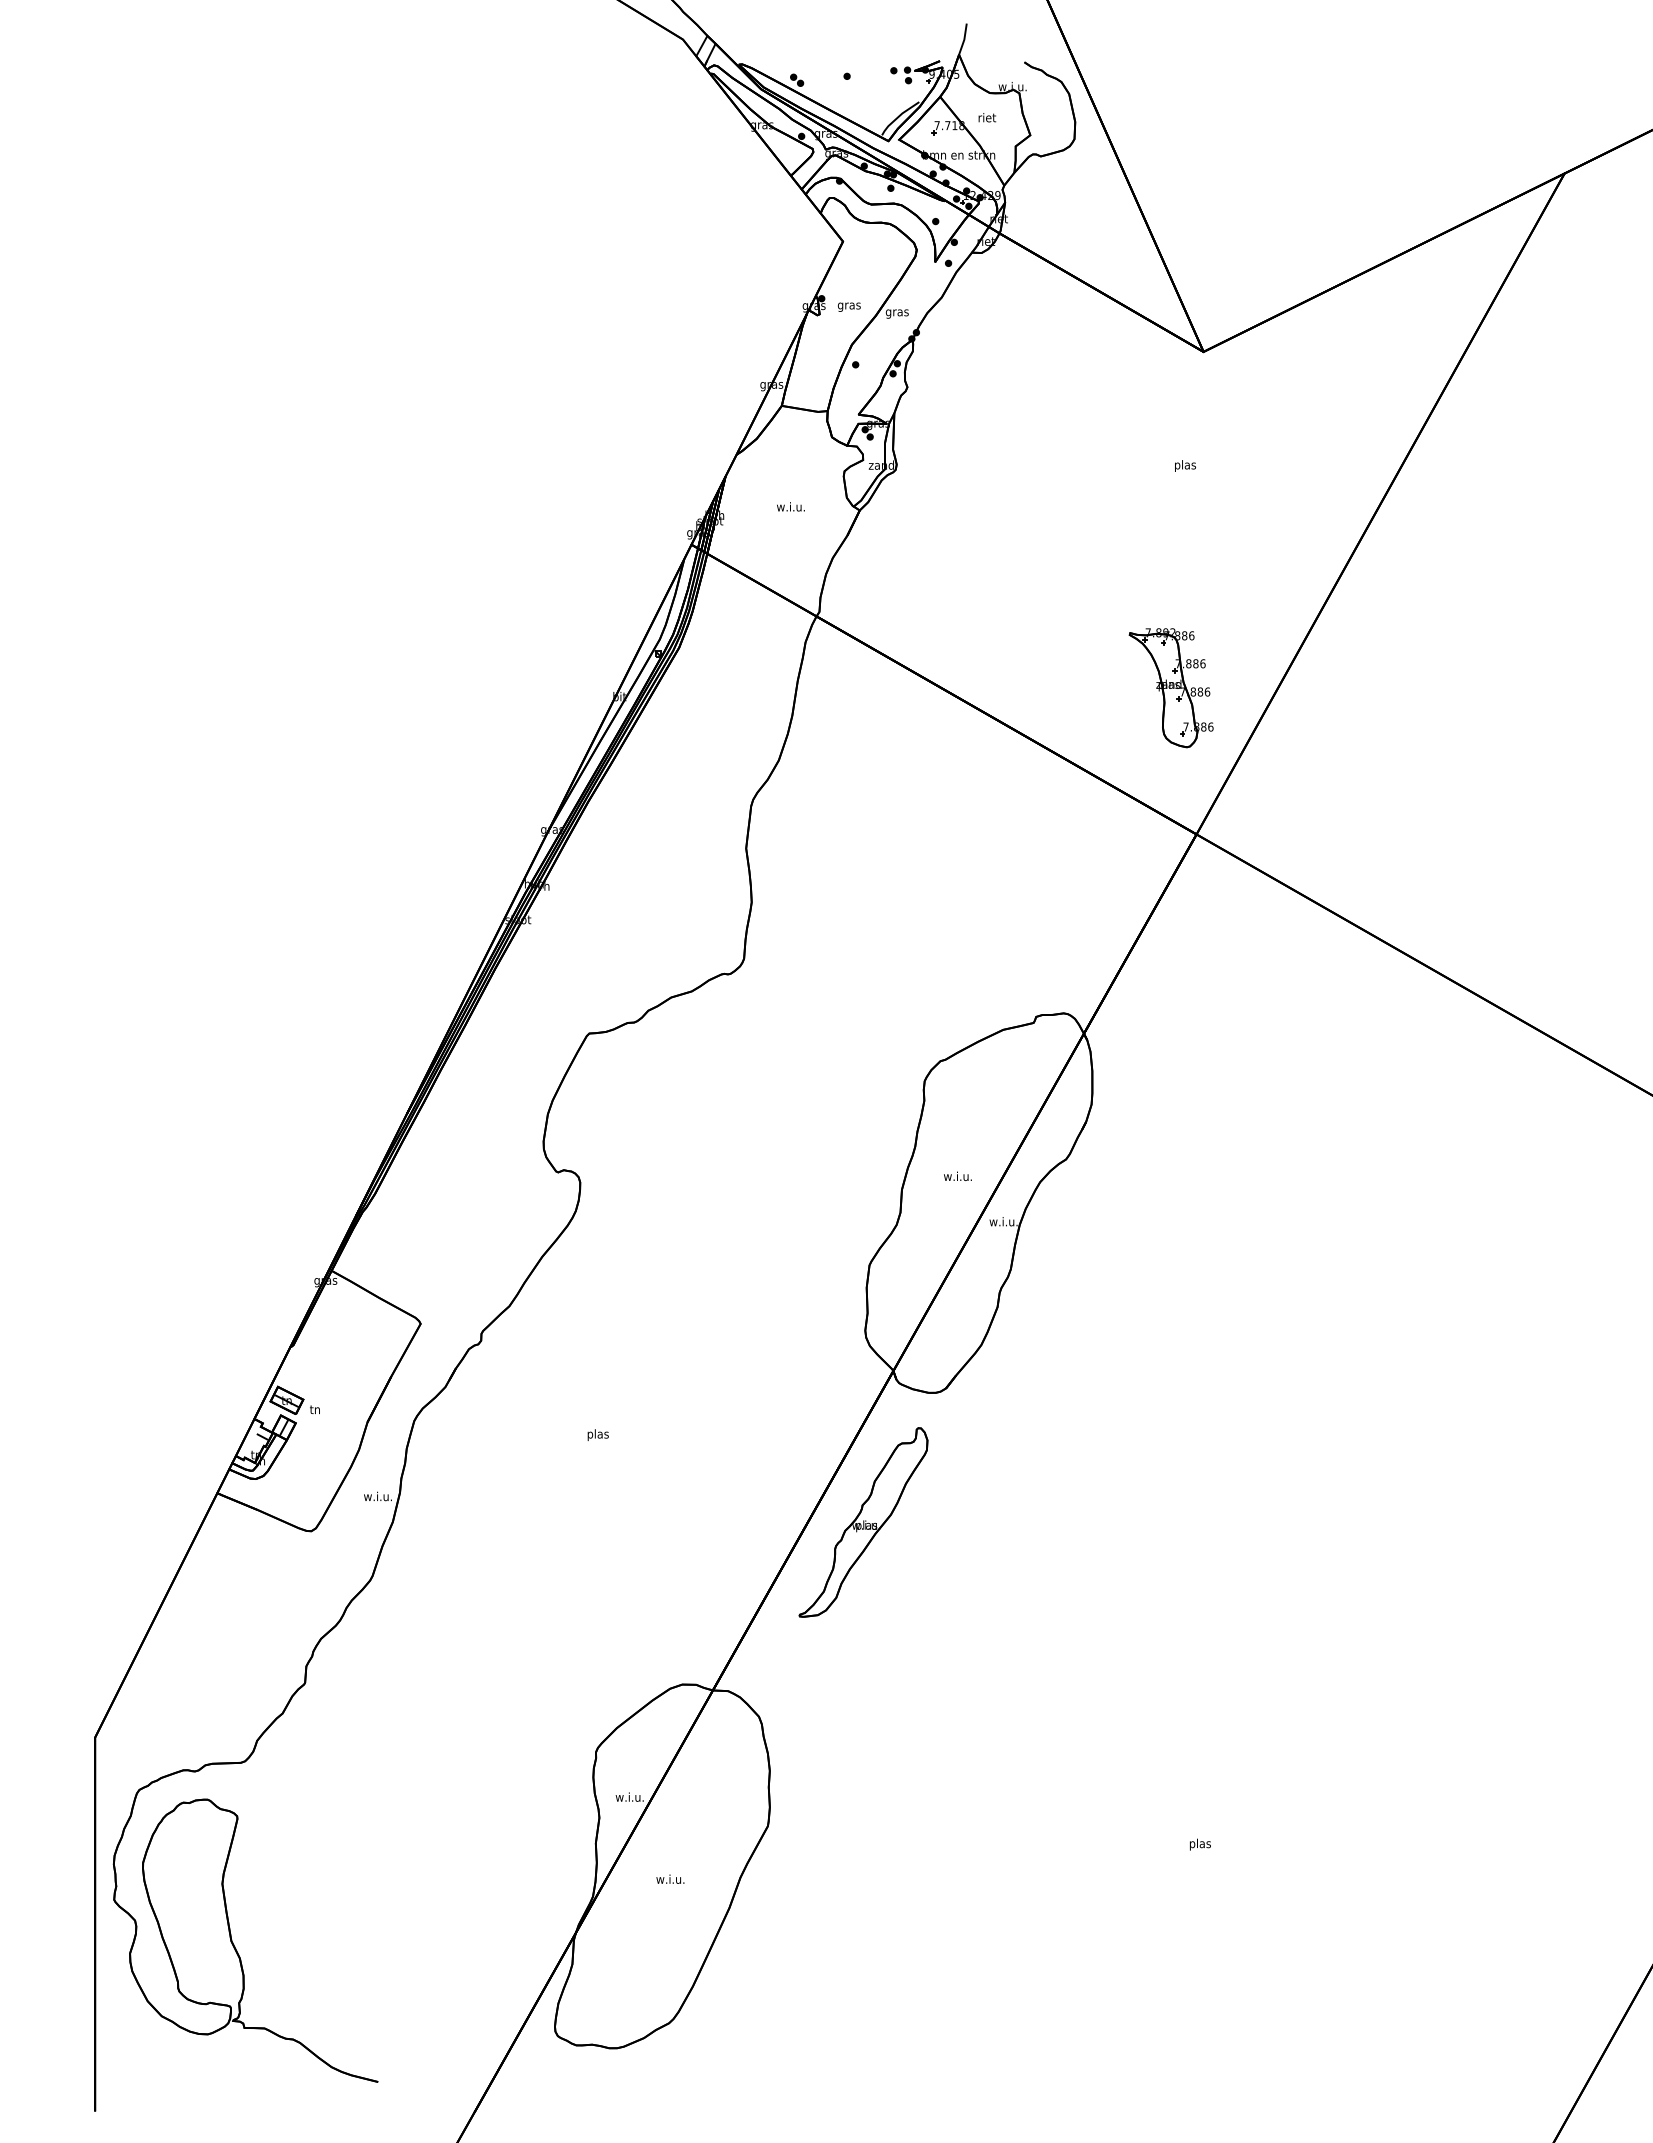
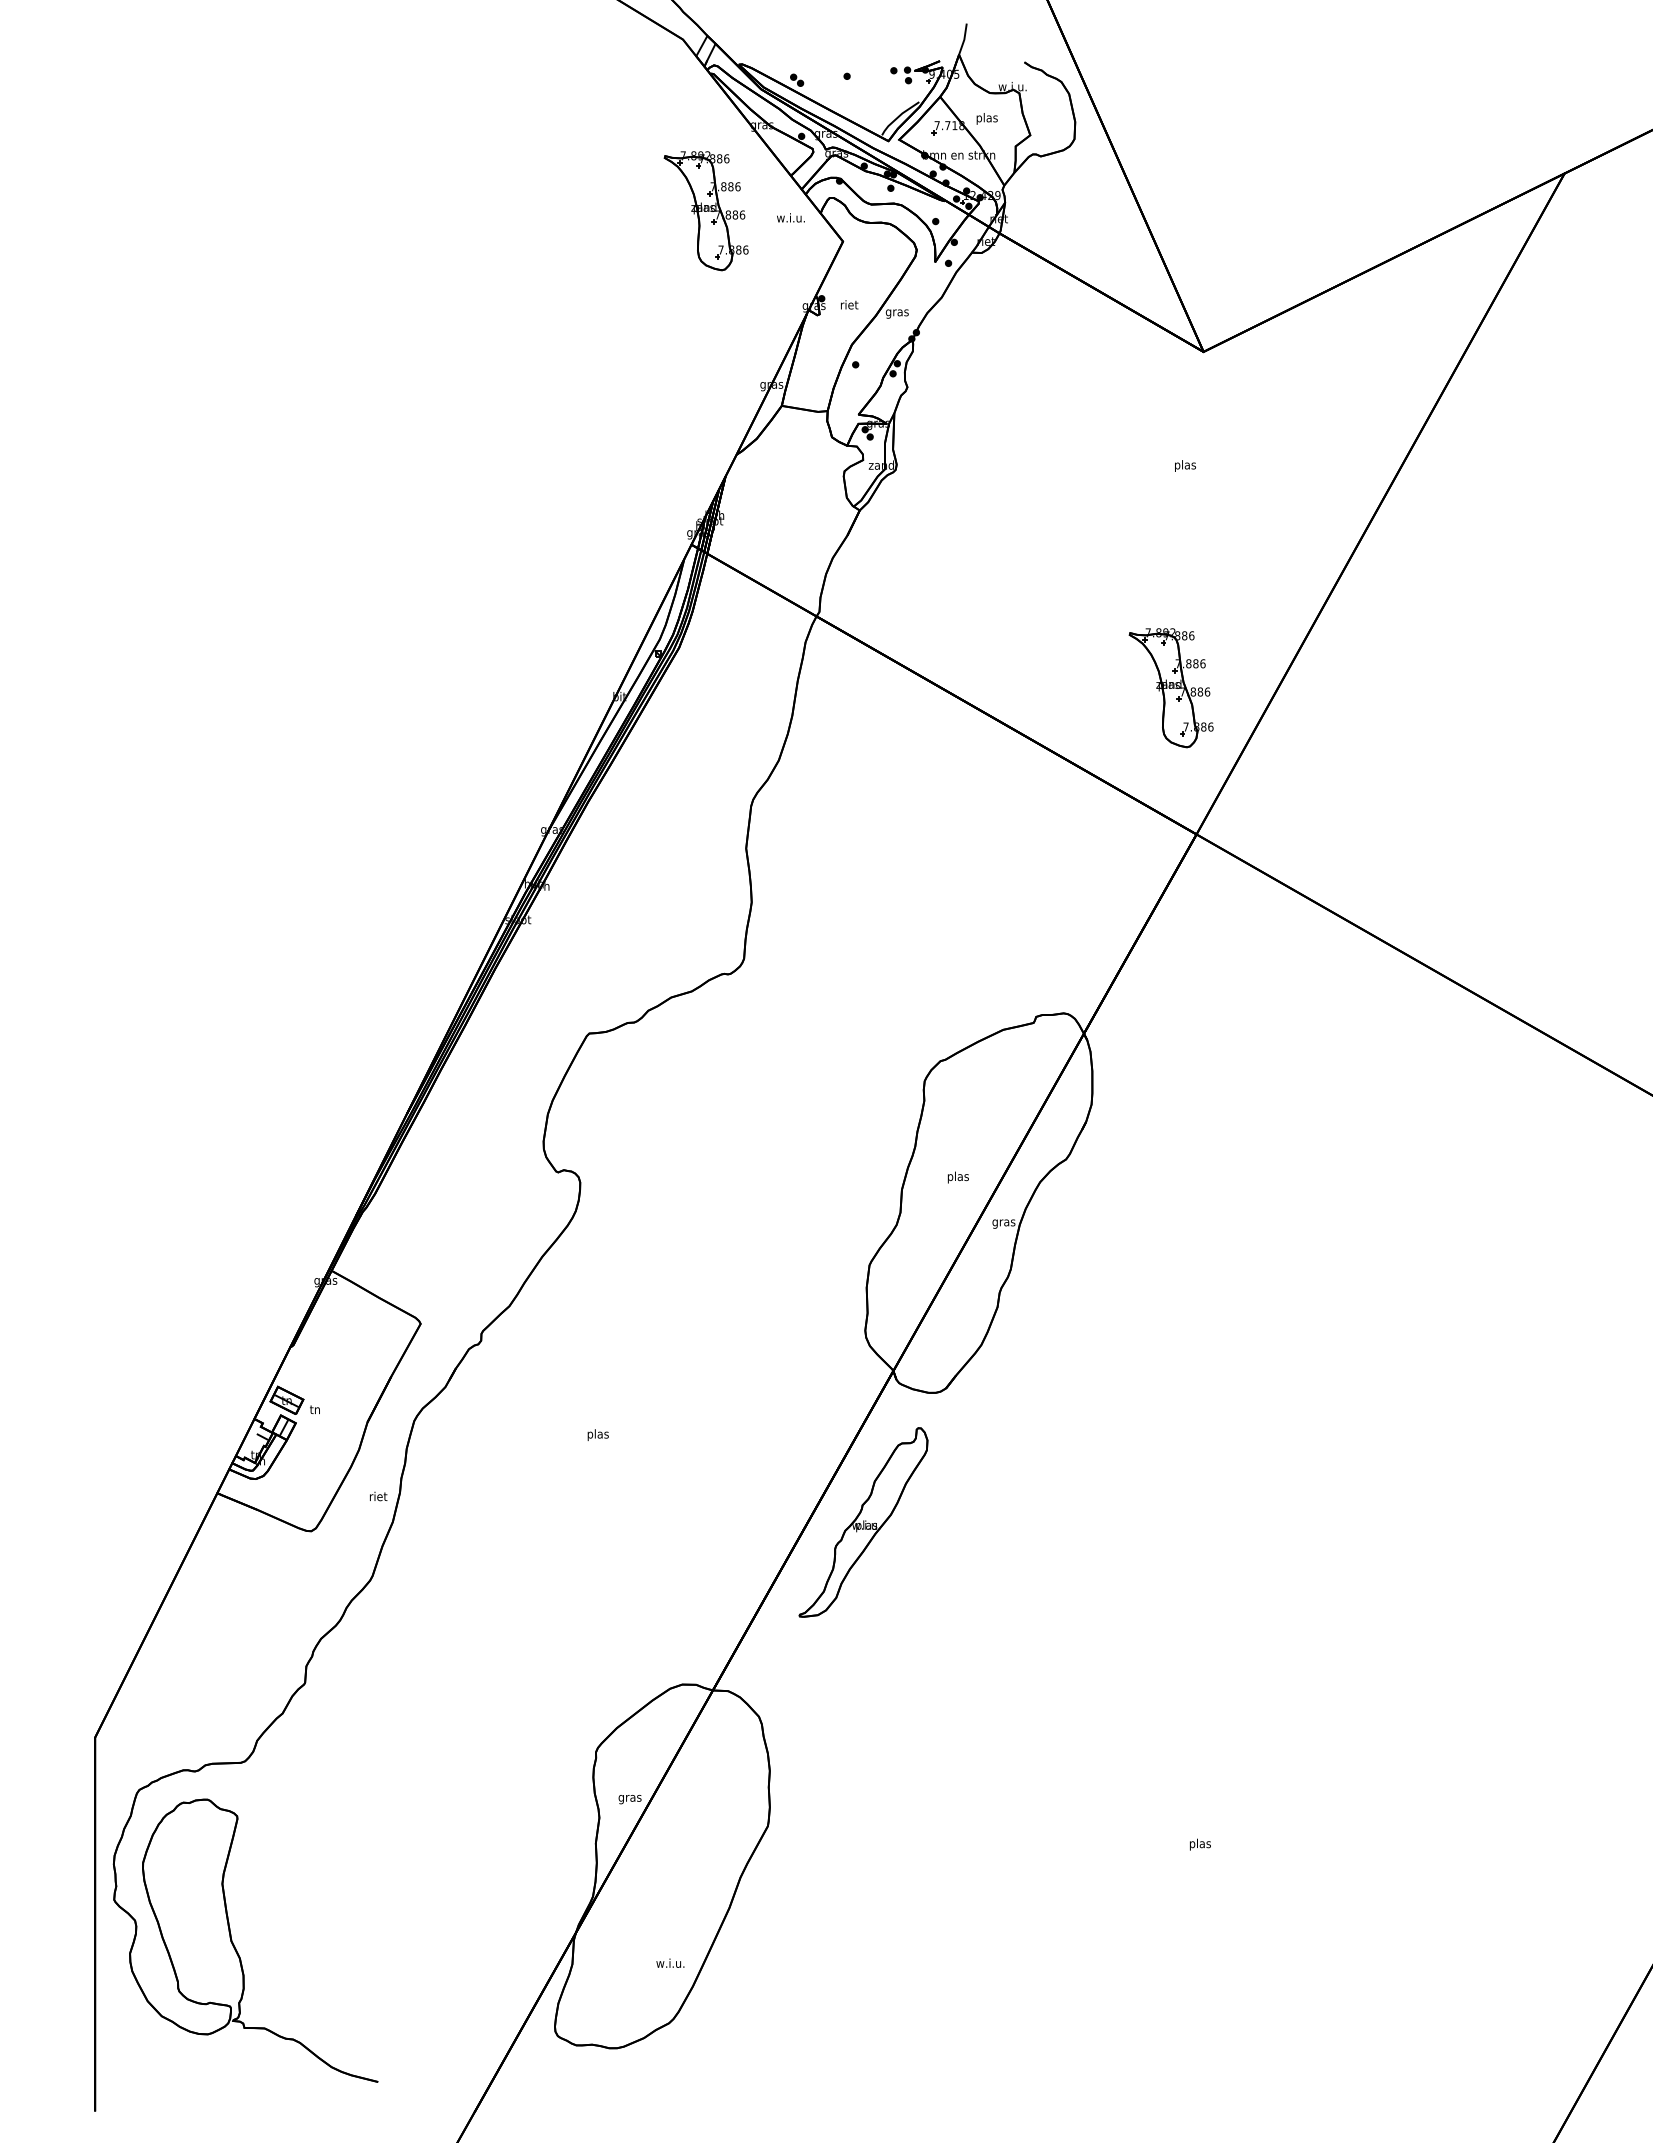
text at (986, 118): riet -> plas
part at (705, 211): none -> present
text at (848, 305): gras -> riet
text at (790, 506) position: (790, 506) -> (790, 217)
text at (957, 1177): w.i.u. -> plas
text at (1003, 1222): w.i.u. -> gras
text at (377, 1496): w.i.u. -> riet
text at (629, 1798): w.i.u. -> gras
text at (670, 1878) position: (670, 1878) -> (670, 1962)
